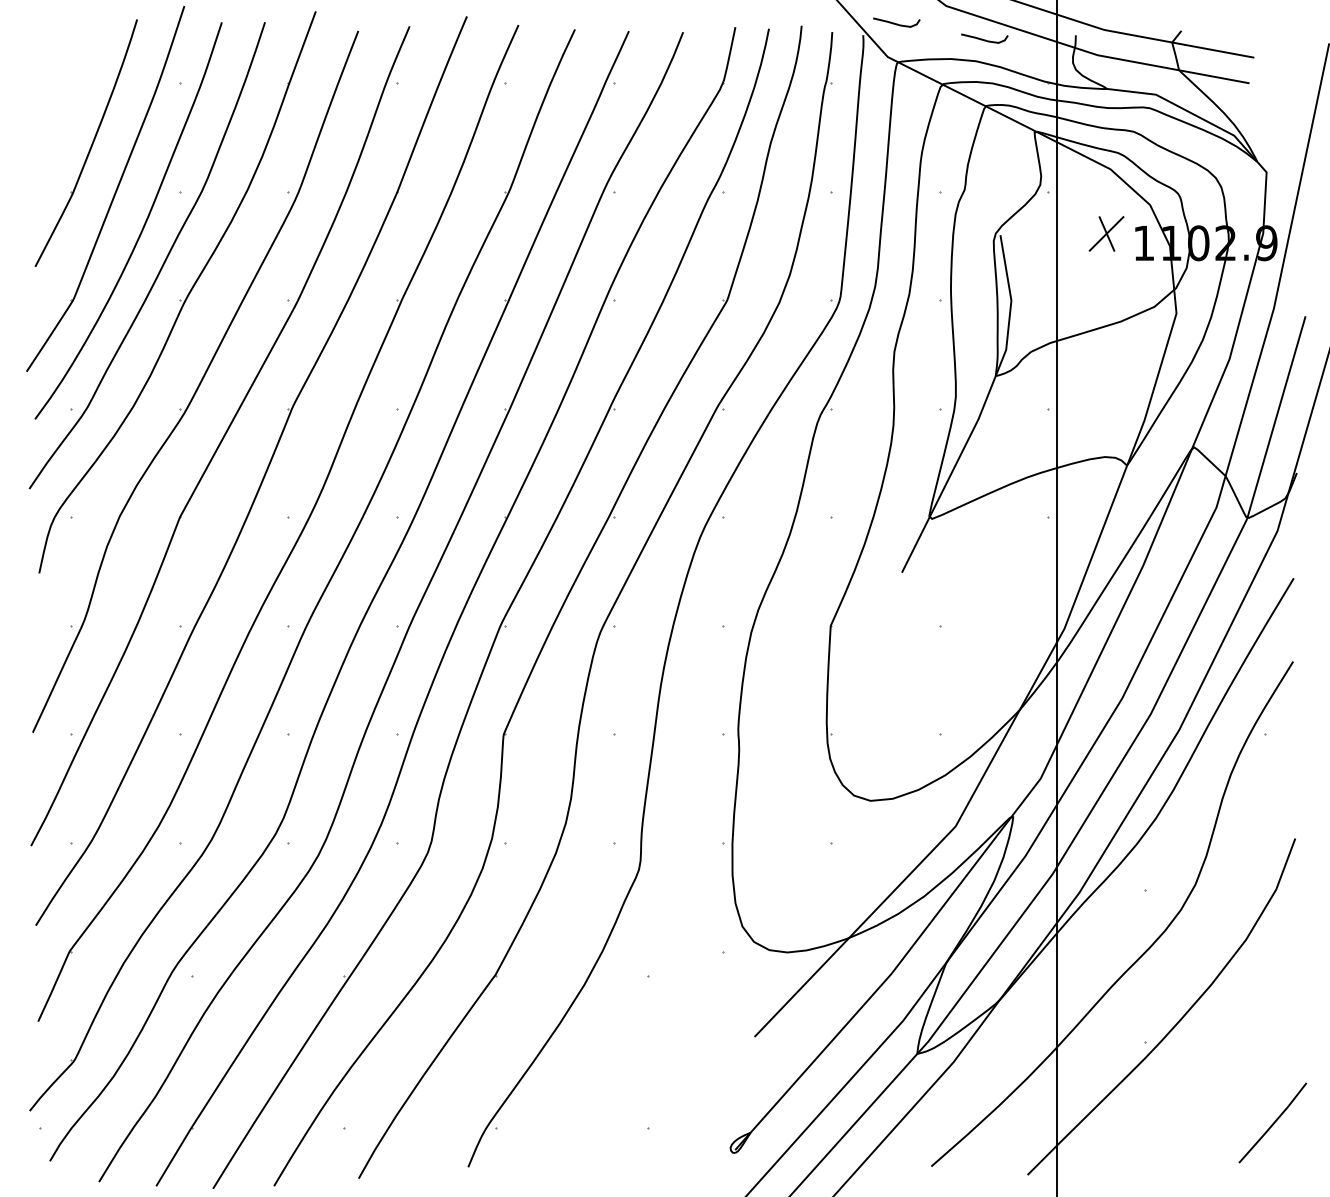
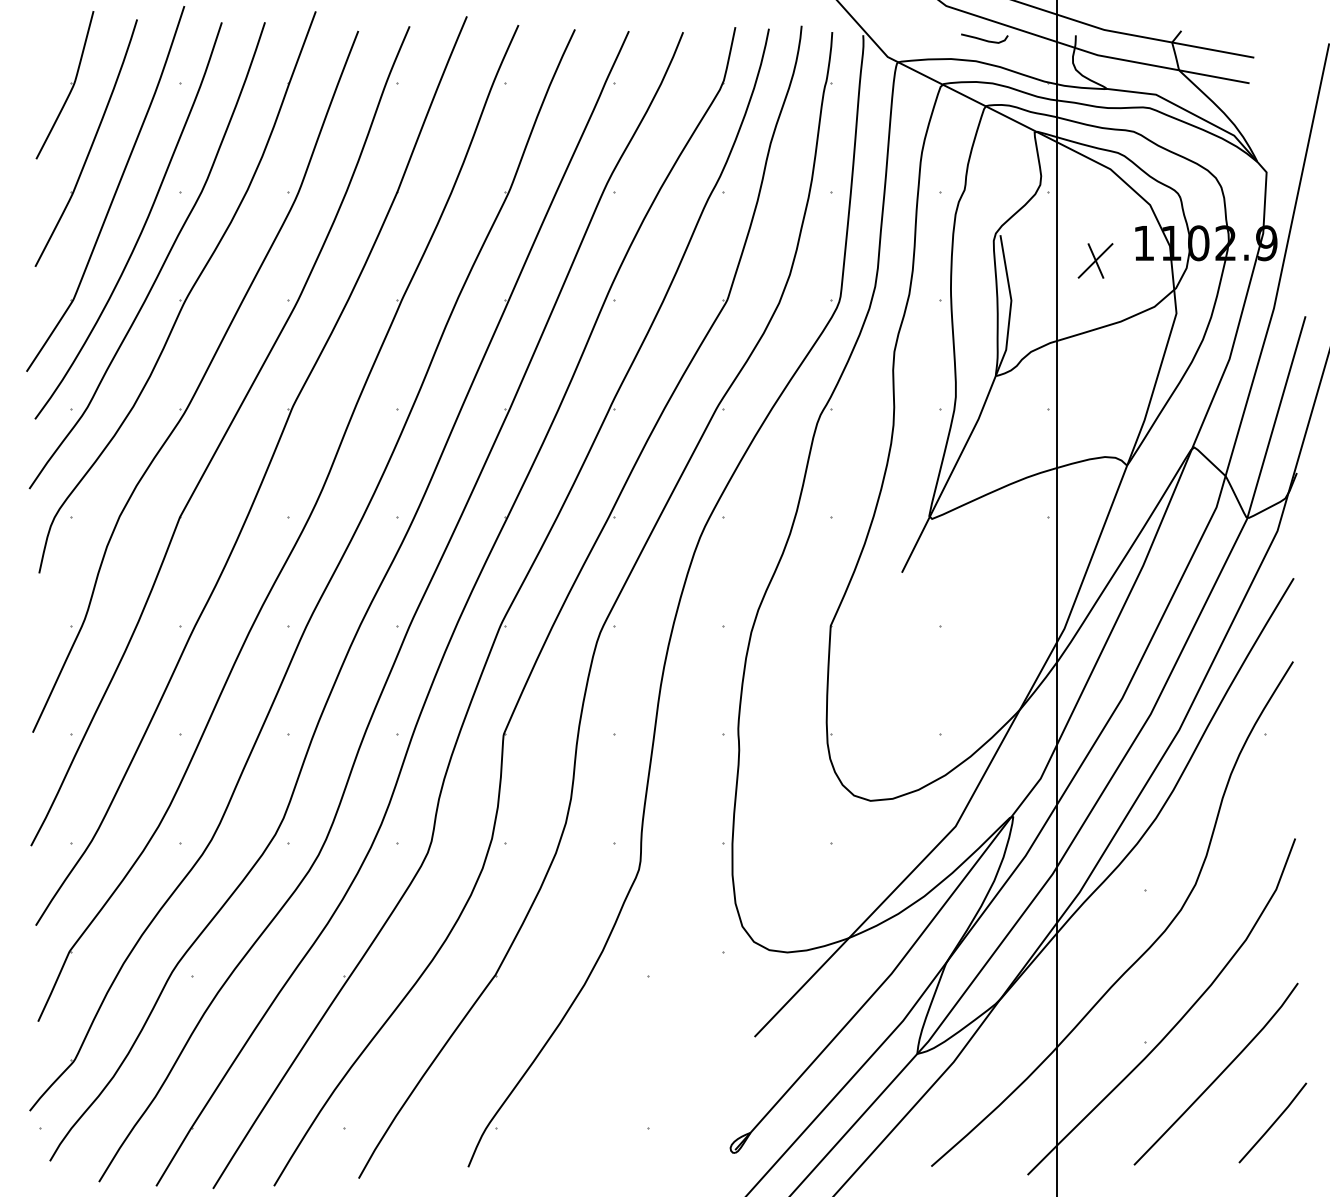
curve at (896, 23): present -> none
part at (70, 83): none -> present
part at (1106, 233) position: (1106, 233) -> (1095, 260)
curve at (1218, 1075): none -> present
